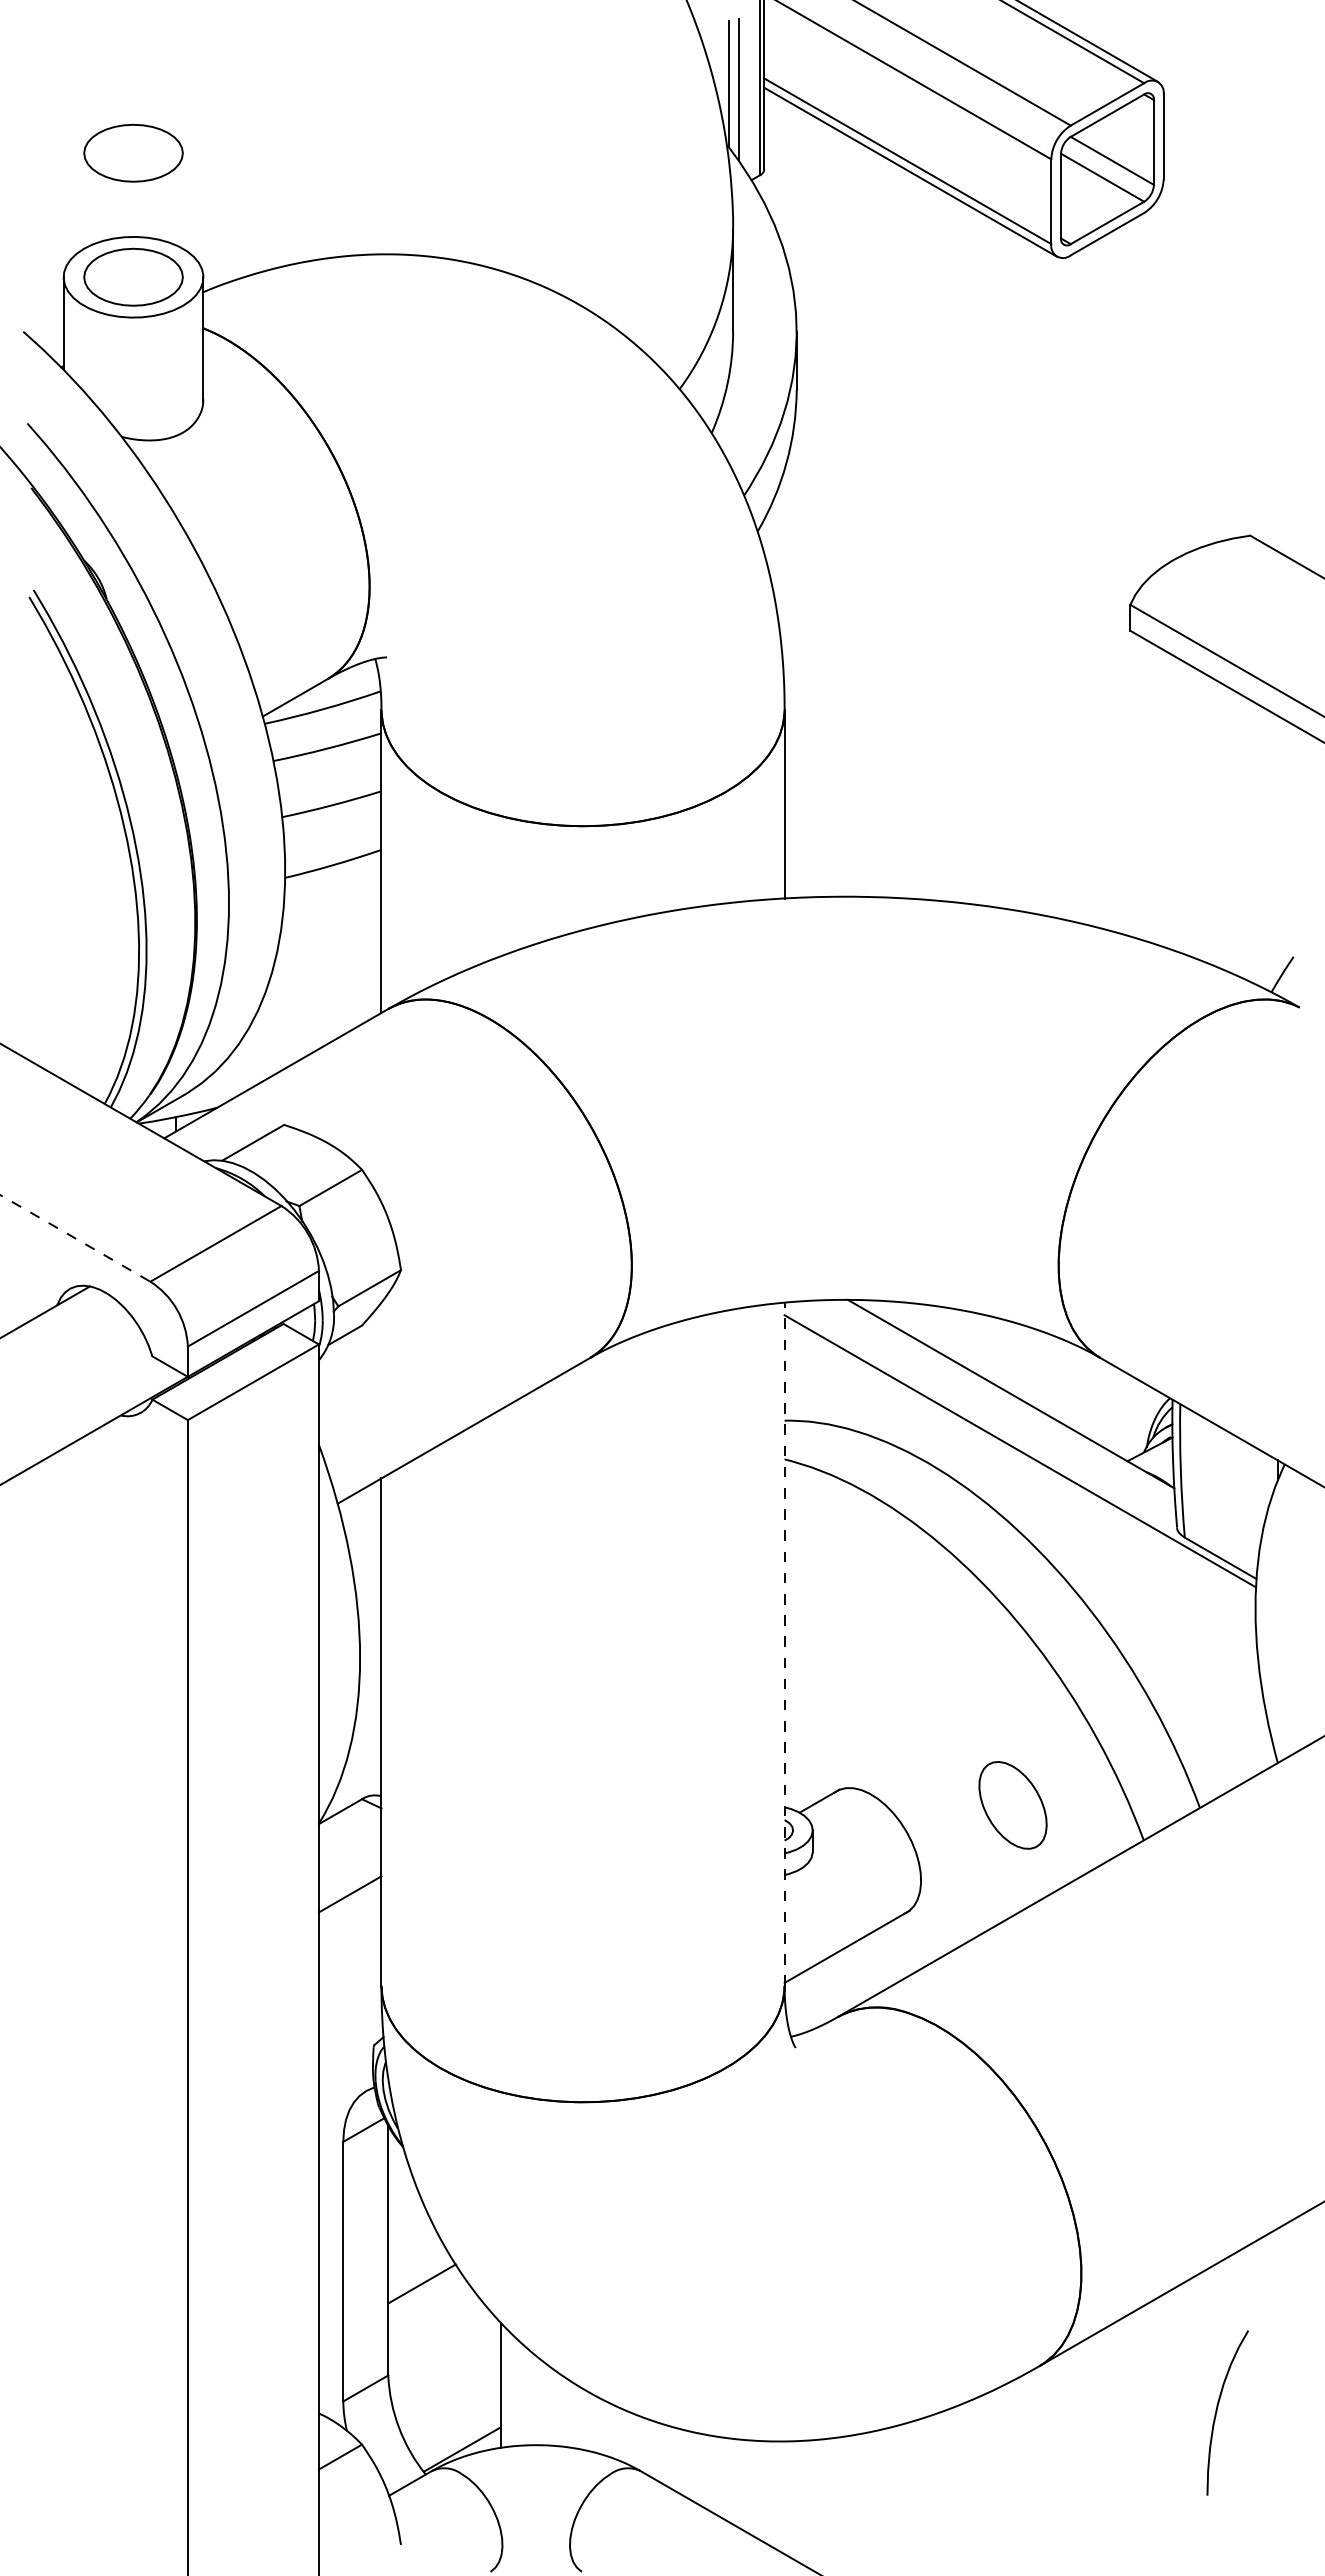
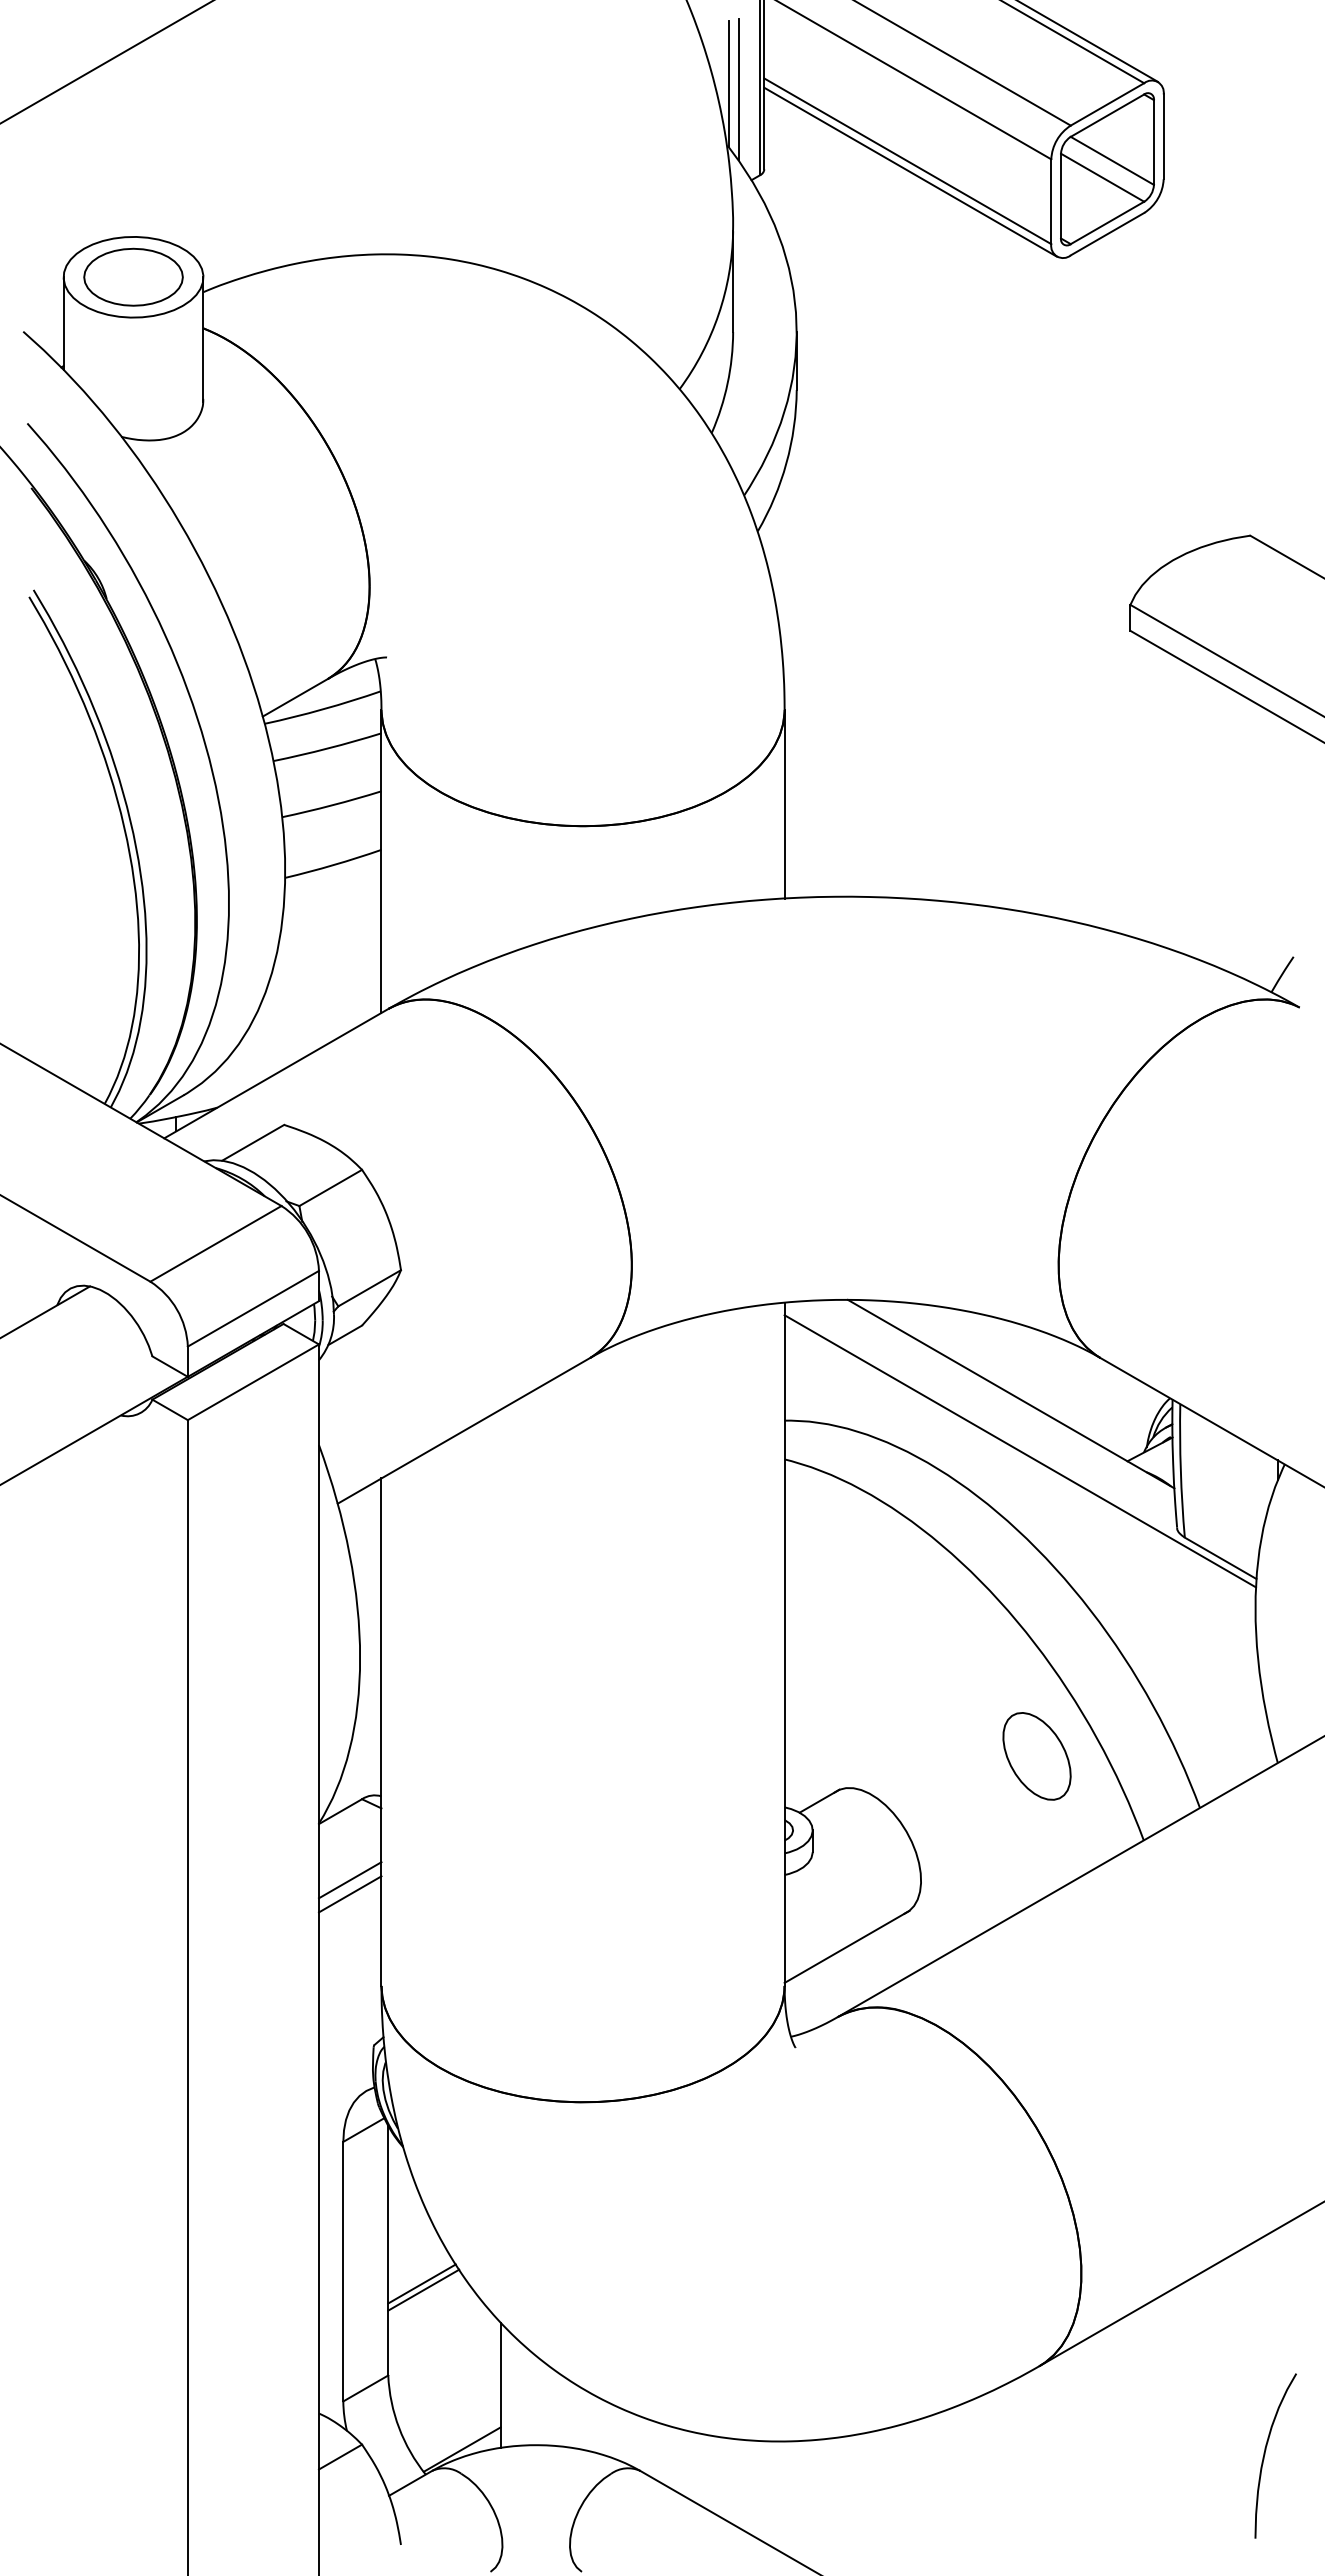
line at (106, 62): none -> present
part at (133, 152): present -> none
line at (75, 1238): dashed -> solid
line at (784, 1644): dashed -> solid
part at (1012, 1805) position: (1012, 1805) -> (1036, 1756)
line at (349, 1880): none -> present
line at (423, 2289): none -> present
curve at (1217, 2412) position: (1217, 2412) -> (1265, 2455)
